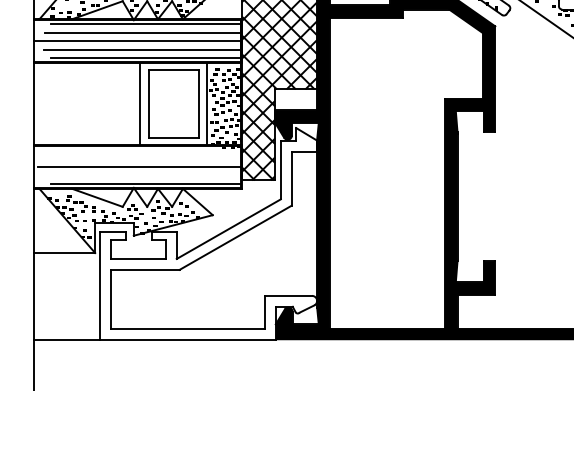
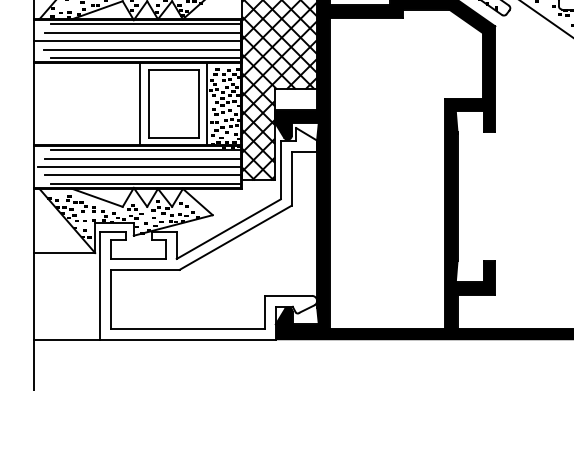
line at (145, 150): none -> present
line at (142, 158): none -> present
line at (142, 175): none -> present
